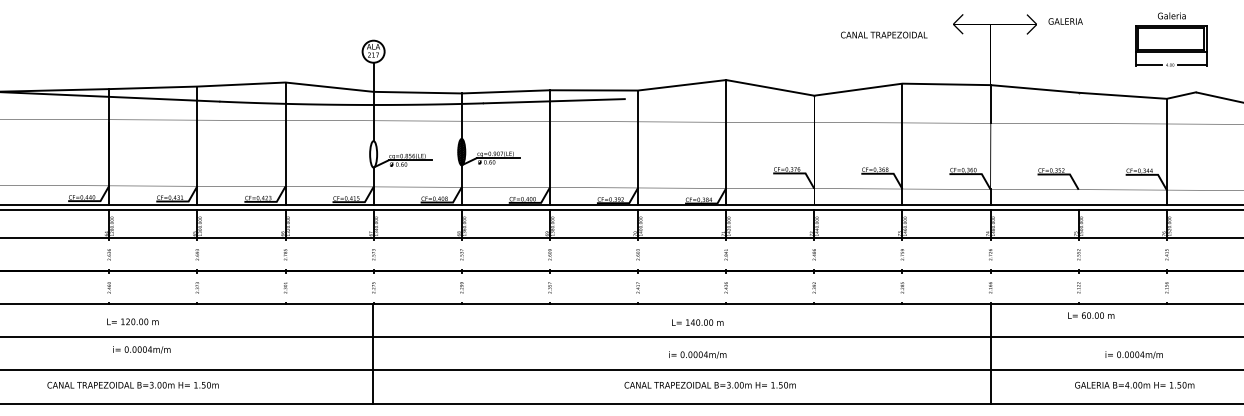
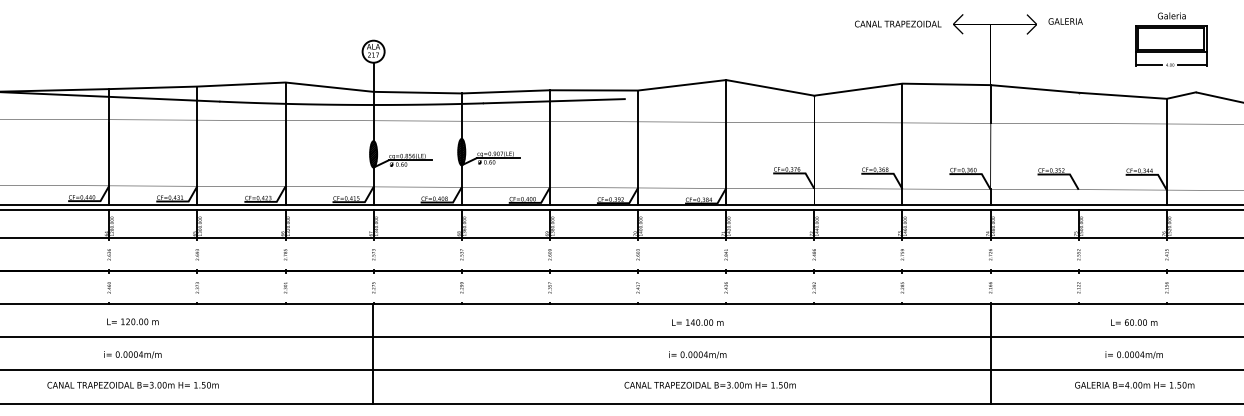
text at (884, 34) position: (884, 34) -> (898, 23)
hatch at (373, 153): none -> present
text at (1091, 315) position: (1091, 315) -> (1134, 322)
text at (141, 349) position: (141, 349) -> (132, 354)
